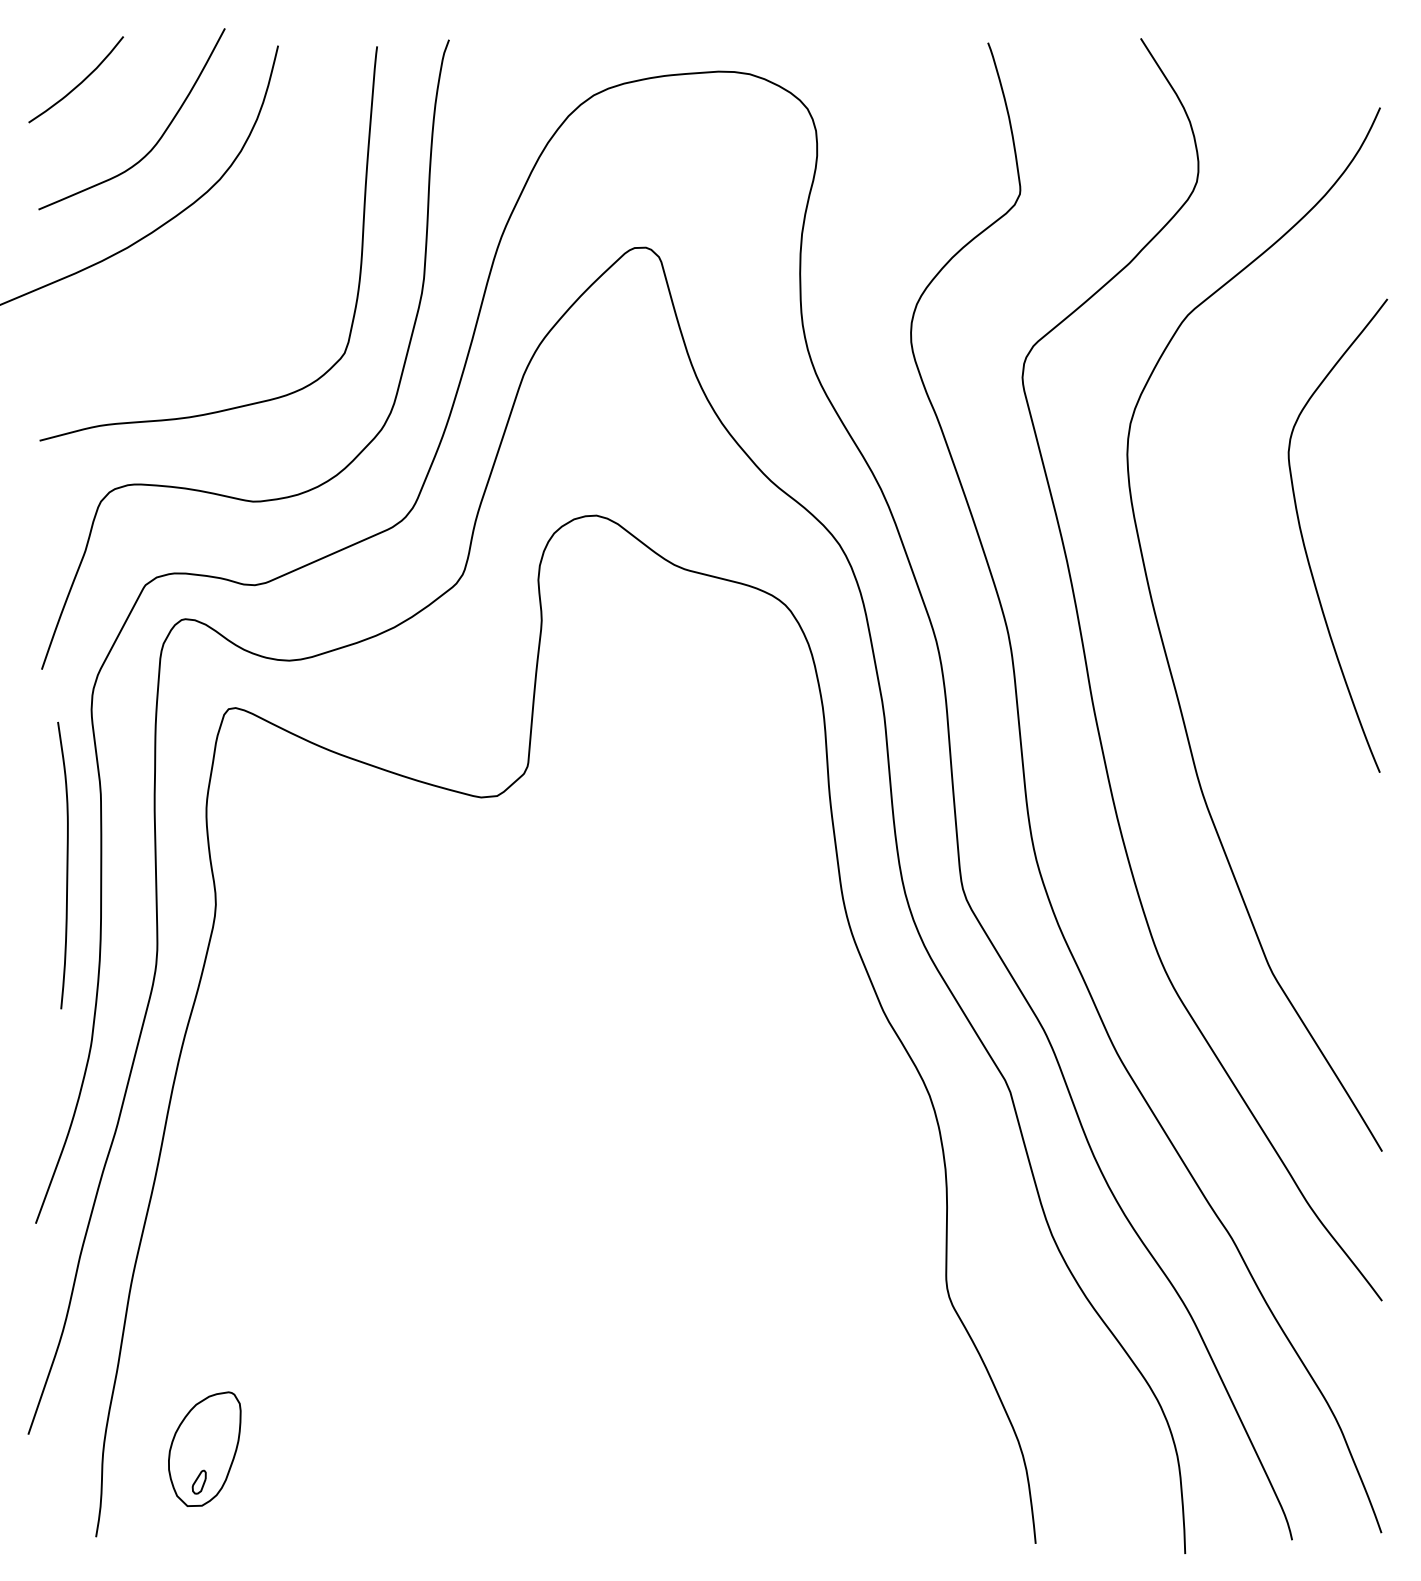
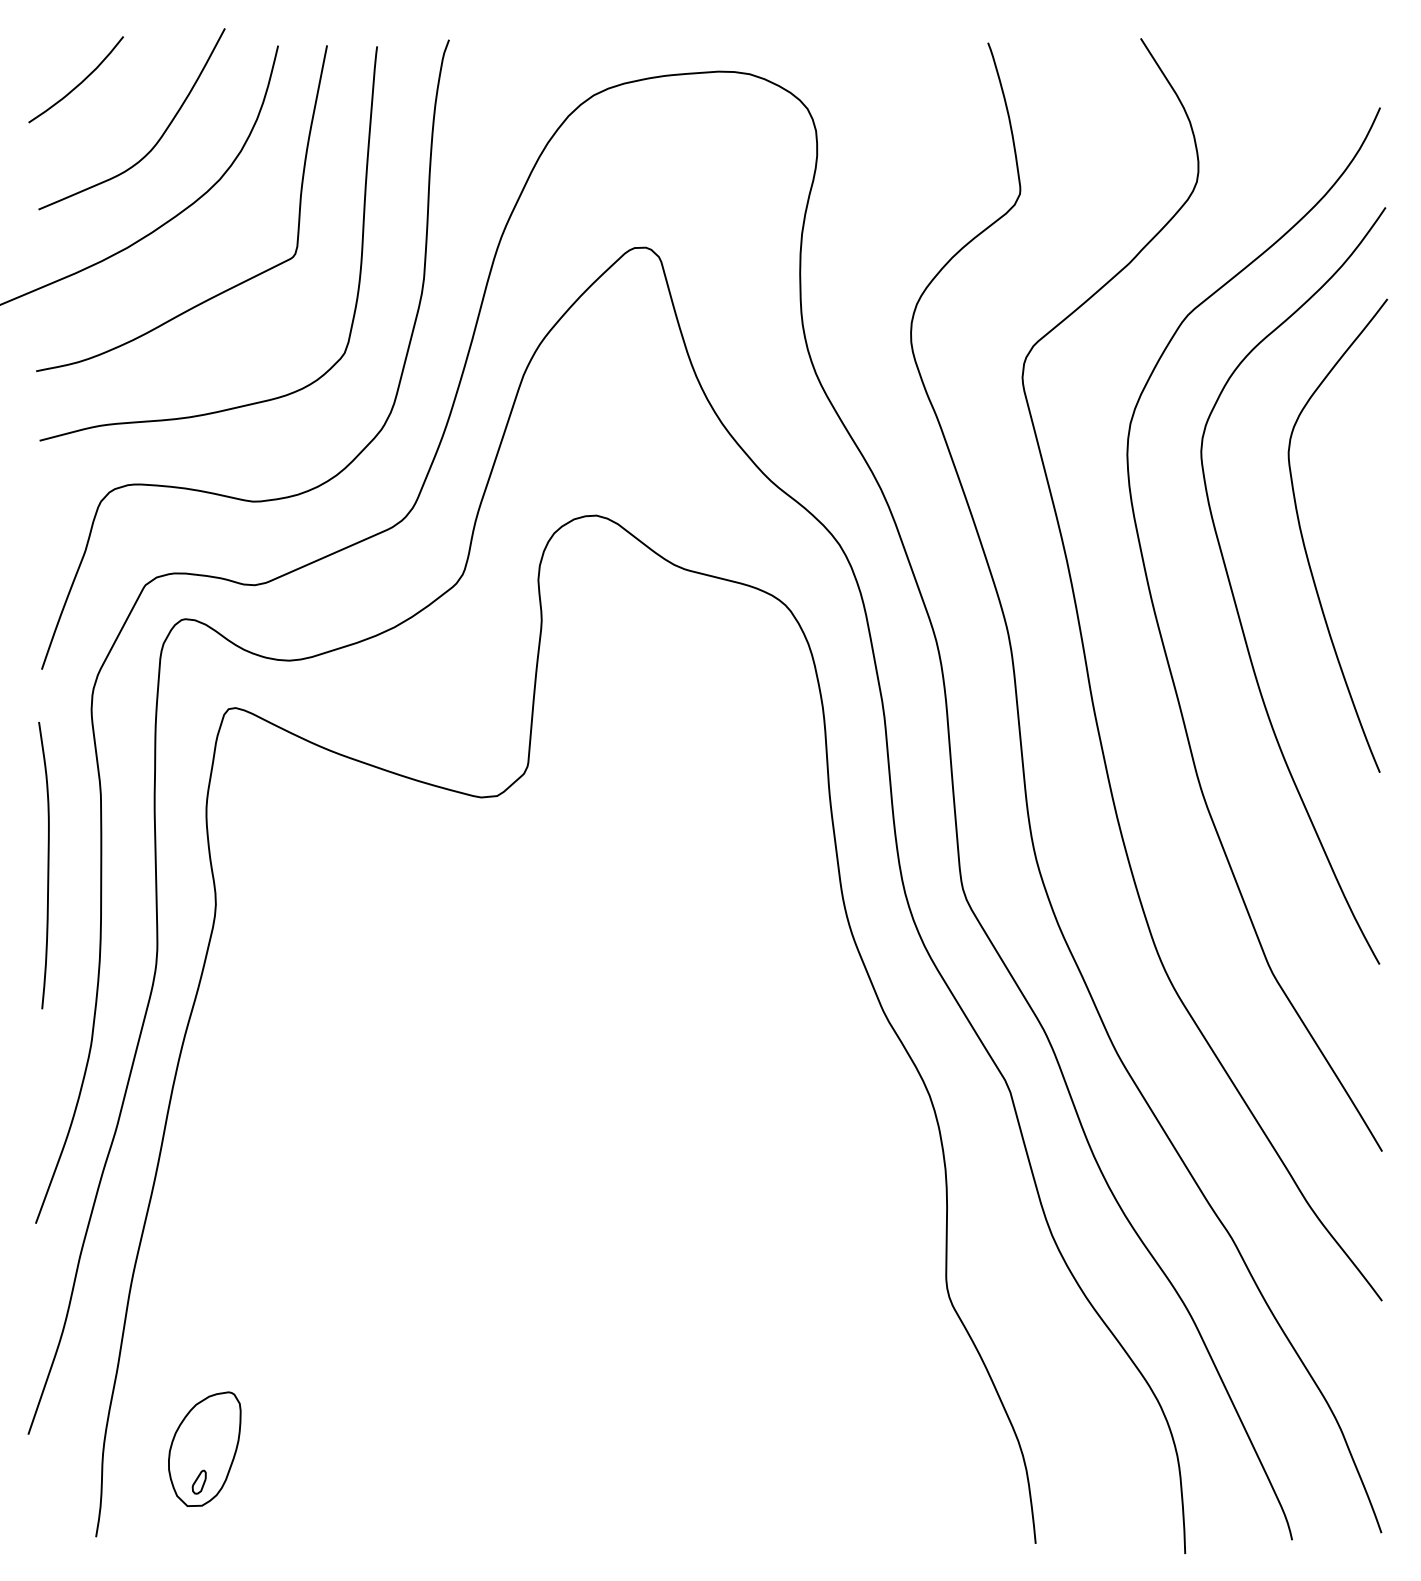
curve at (222, 291): none -> present
curve at (1235, 599): none -> present
curve at (66, 865) position: (66, 865) -> (47, 865)
